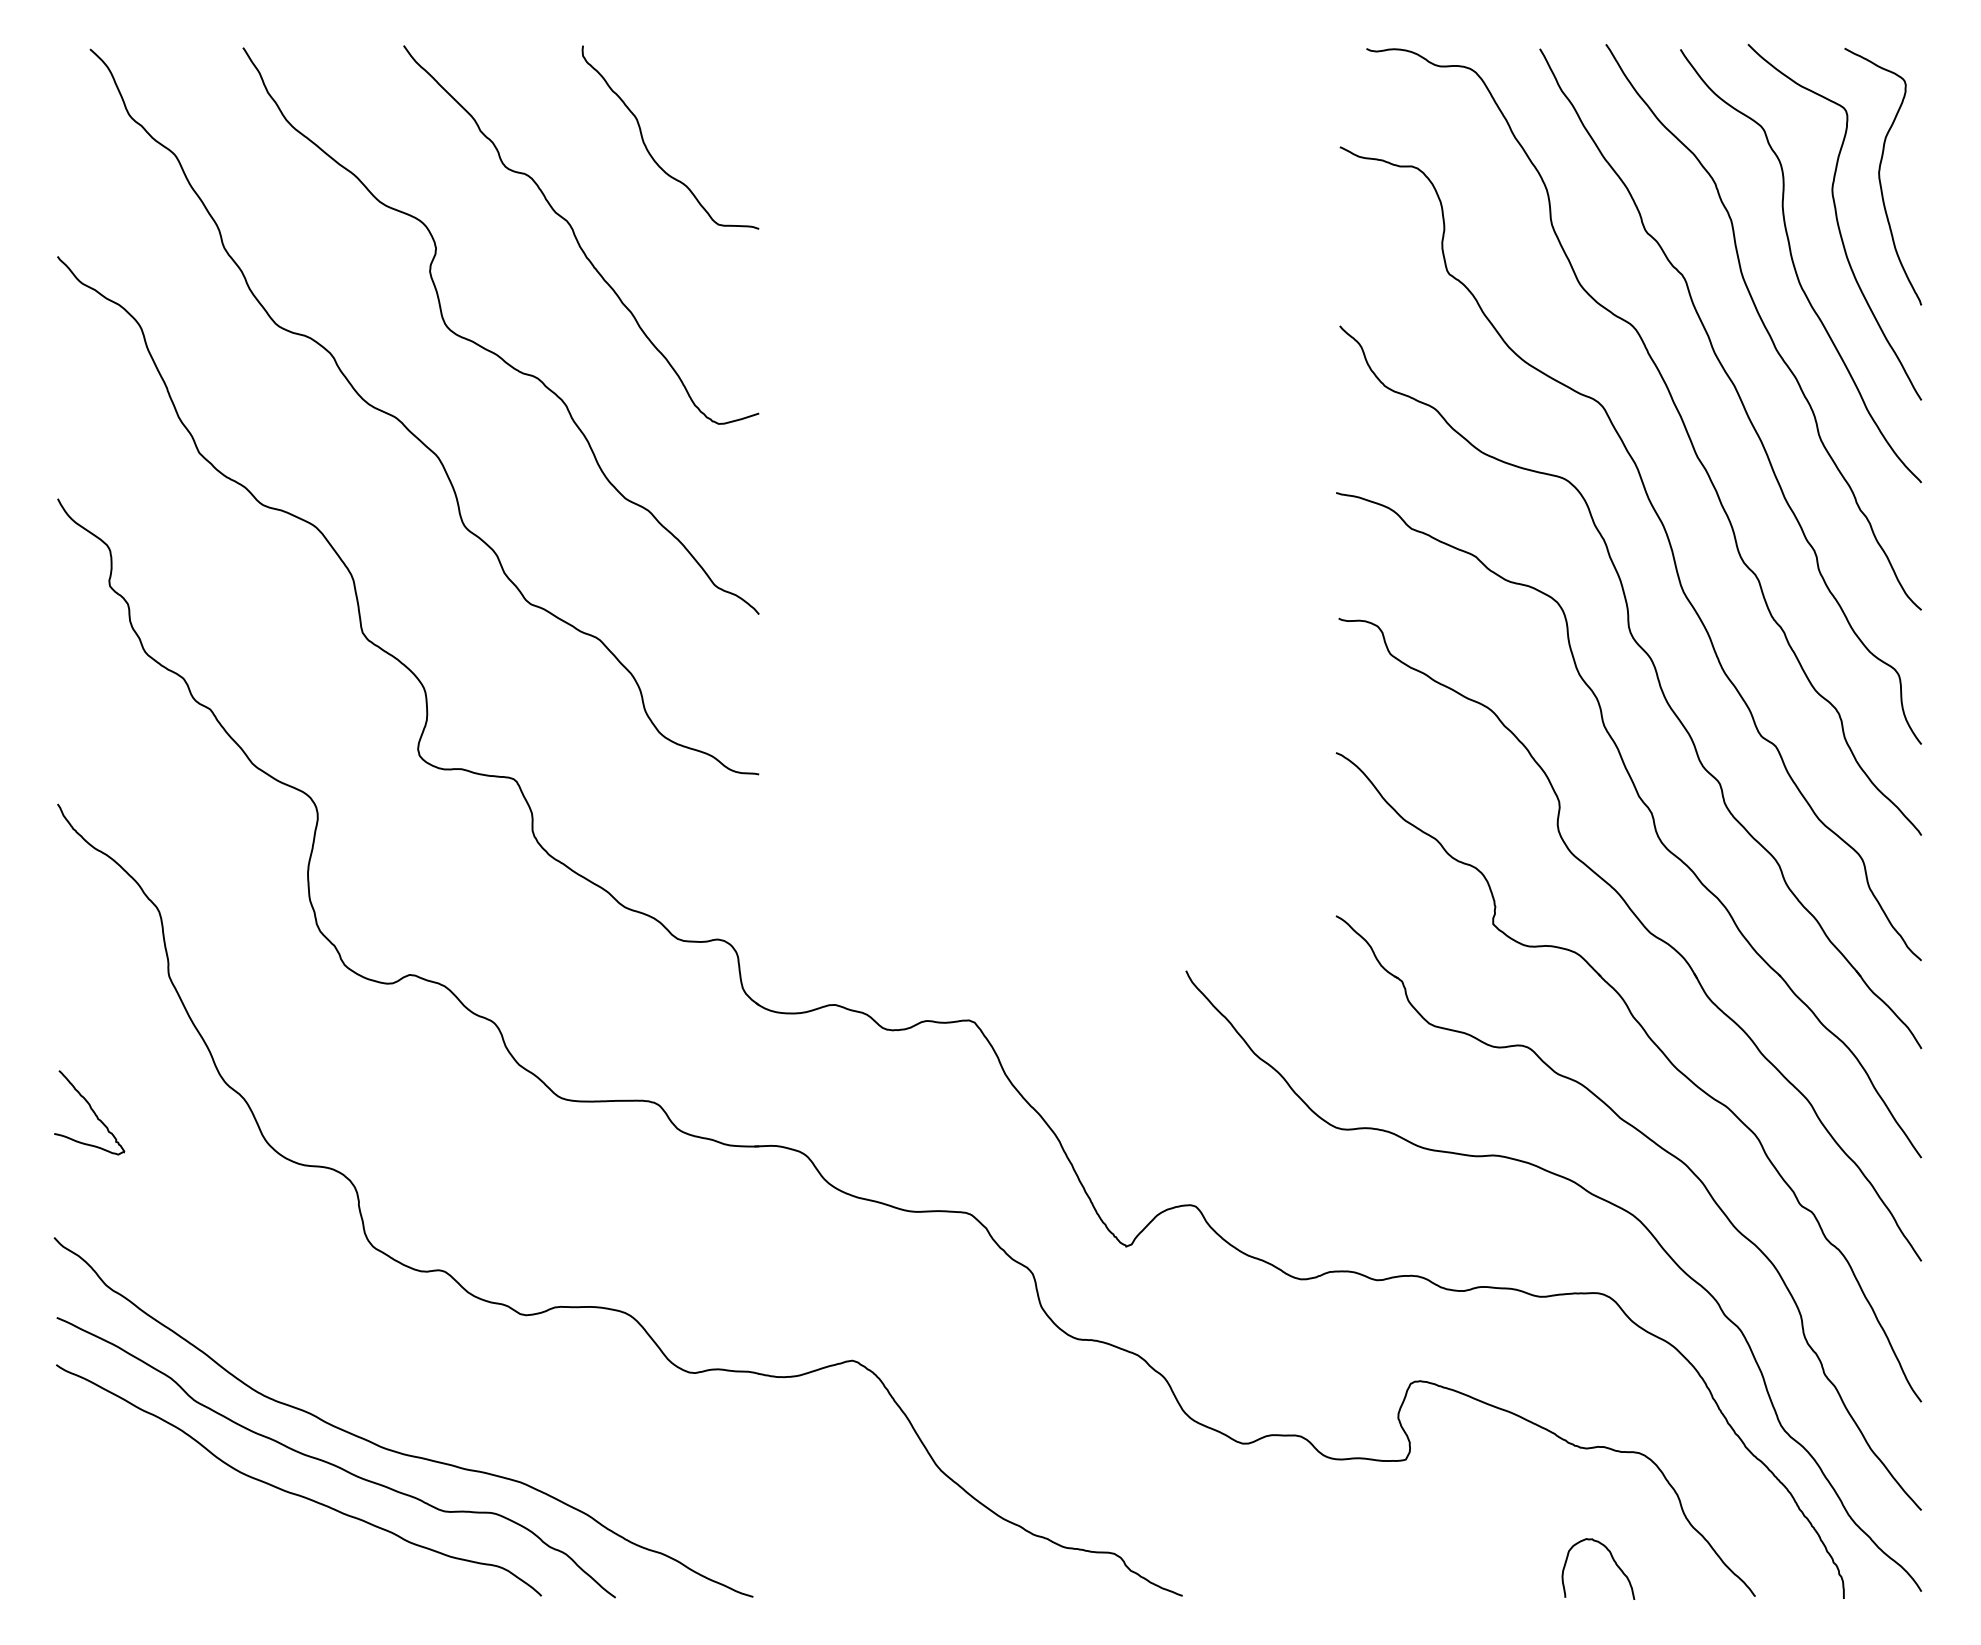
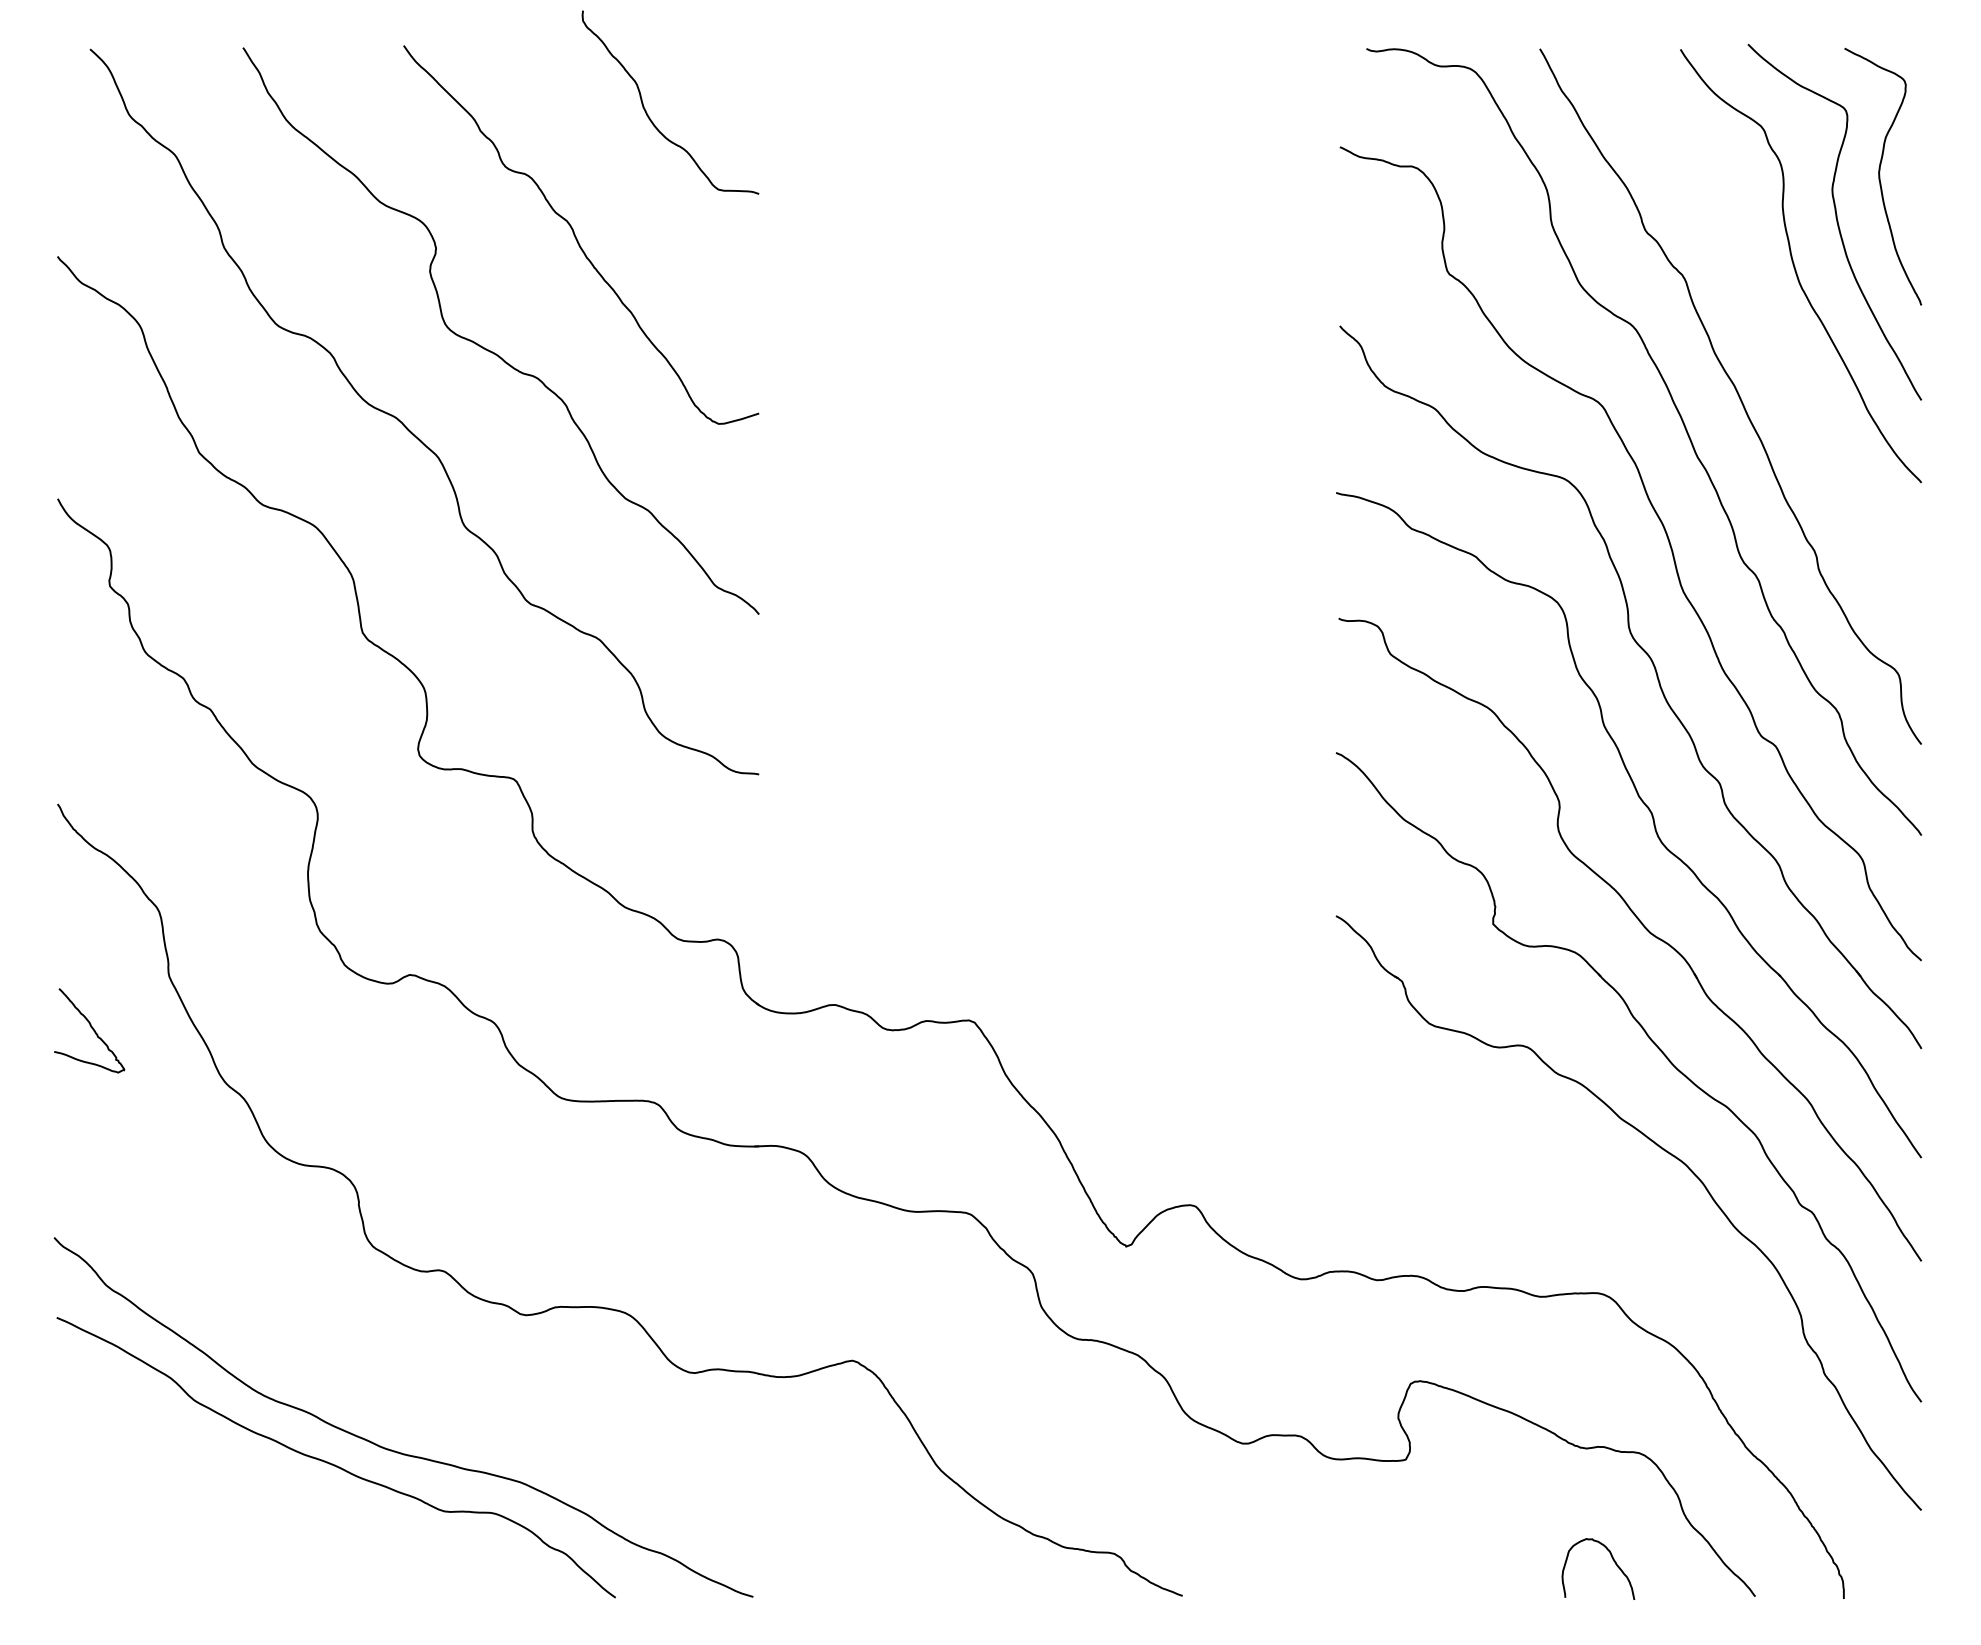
curve at (648, 149) position: (648, 149) -> (648, 114)
curve at (1763, 326): present -> none
curve at (91, 1110) position: (91, 1110) -> (91, 1028)
curve at (1594, 1196): present -> none
curve at (293, 1492): present -> none
